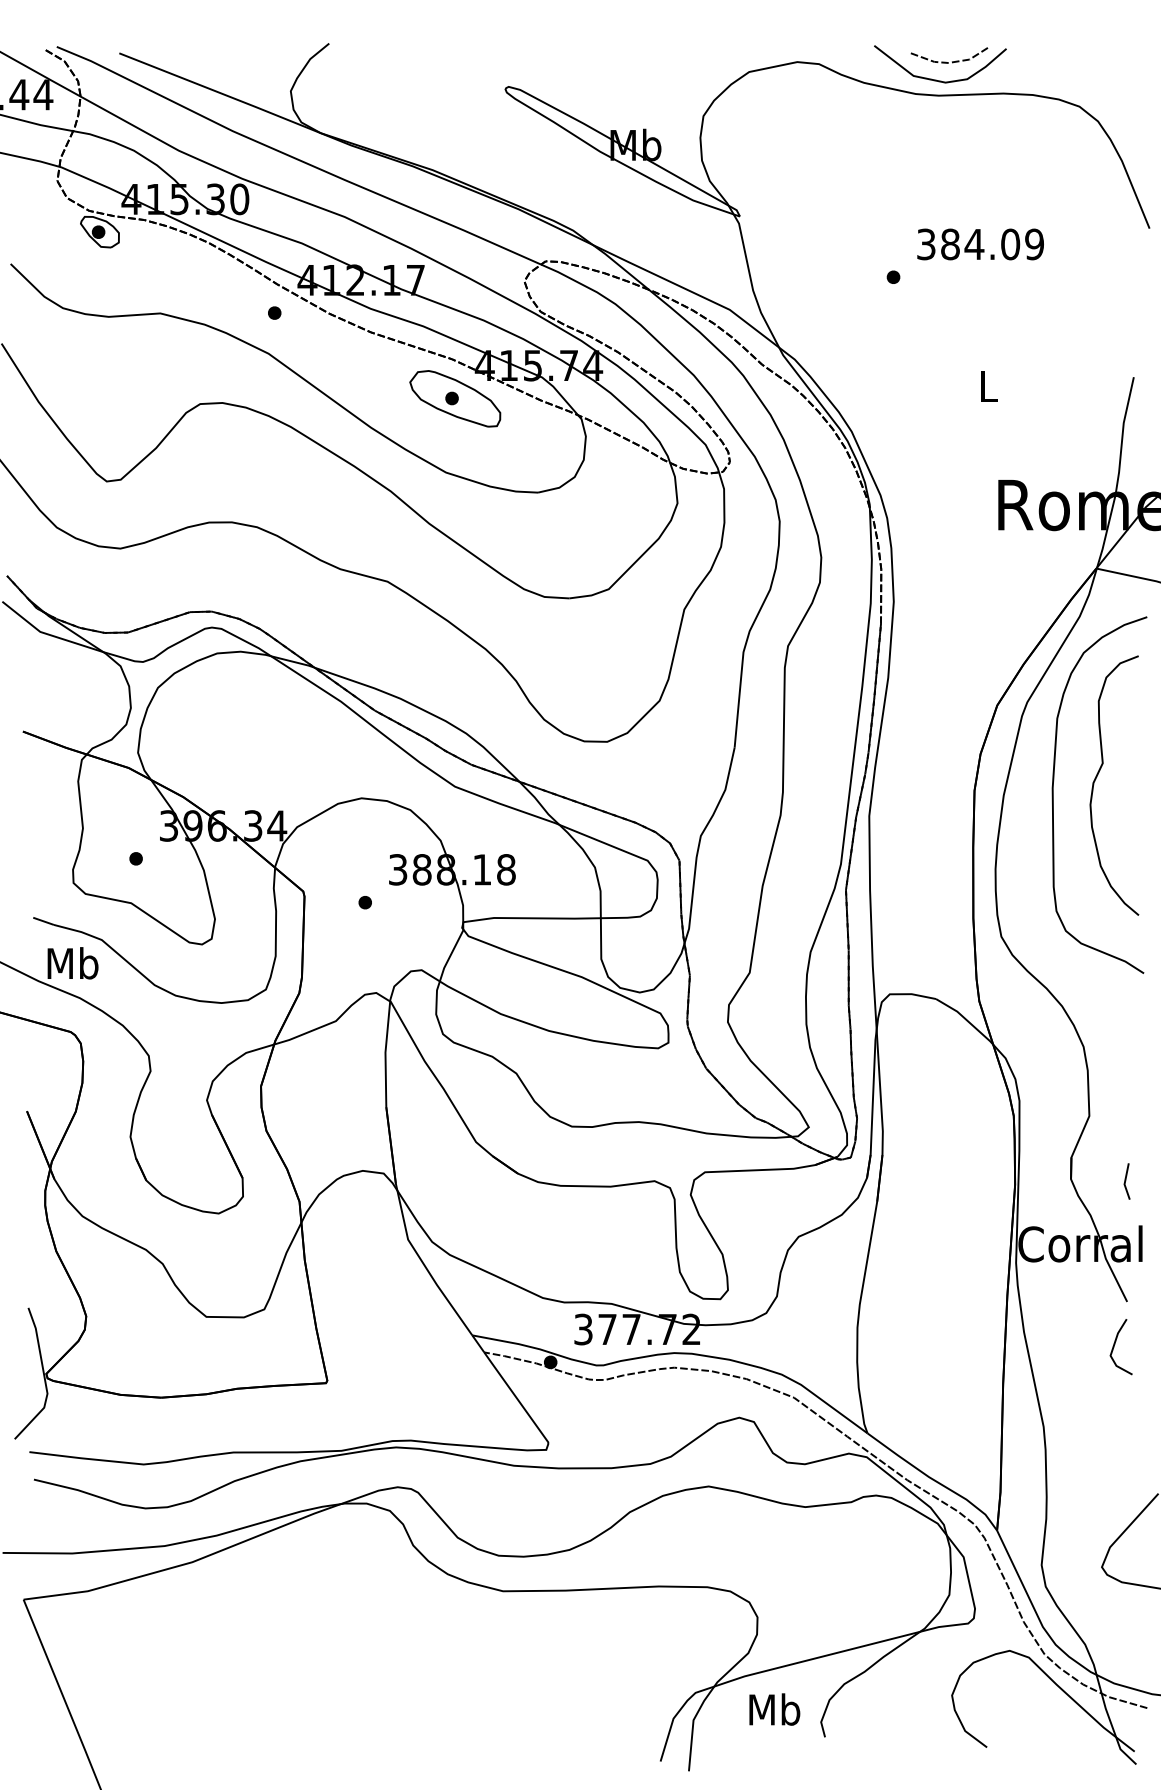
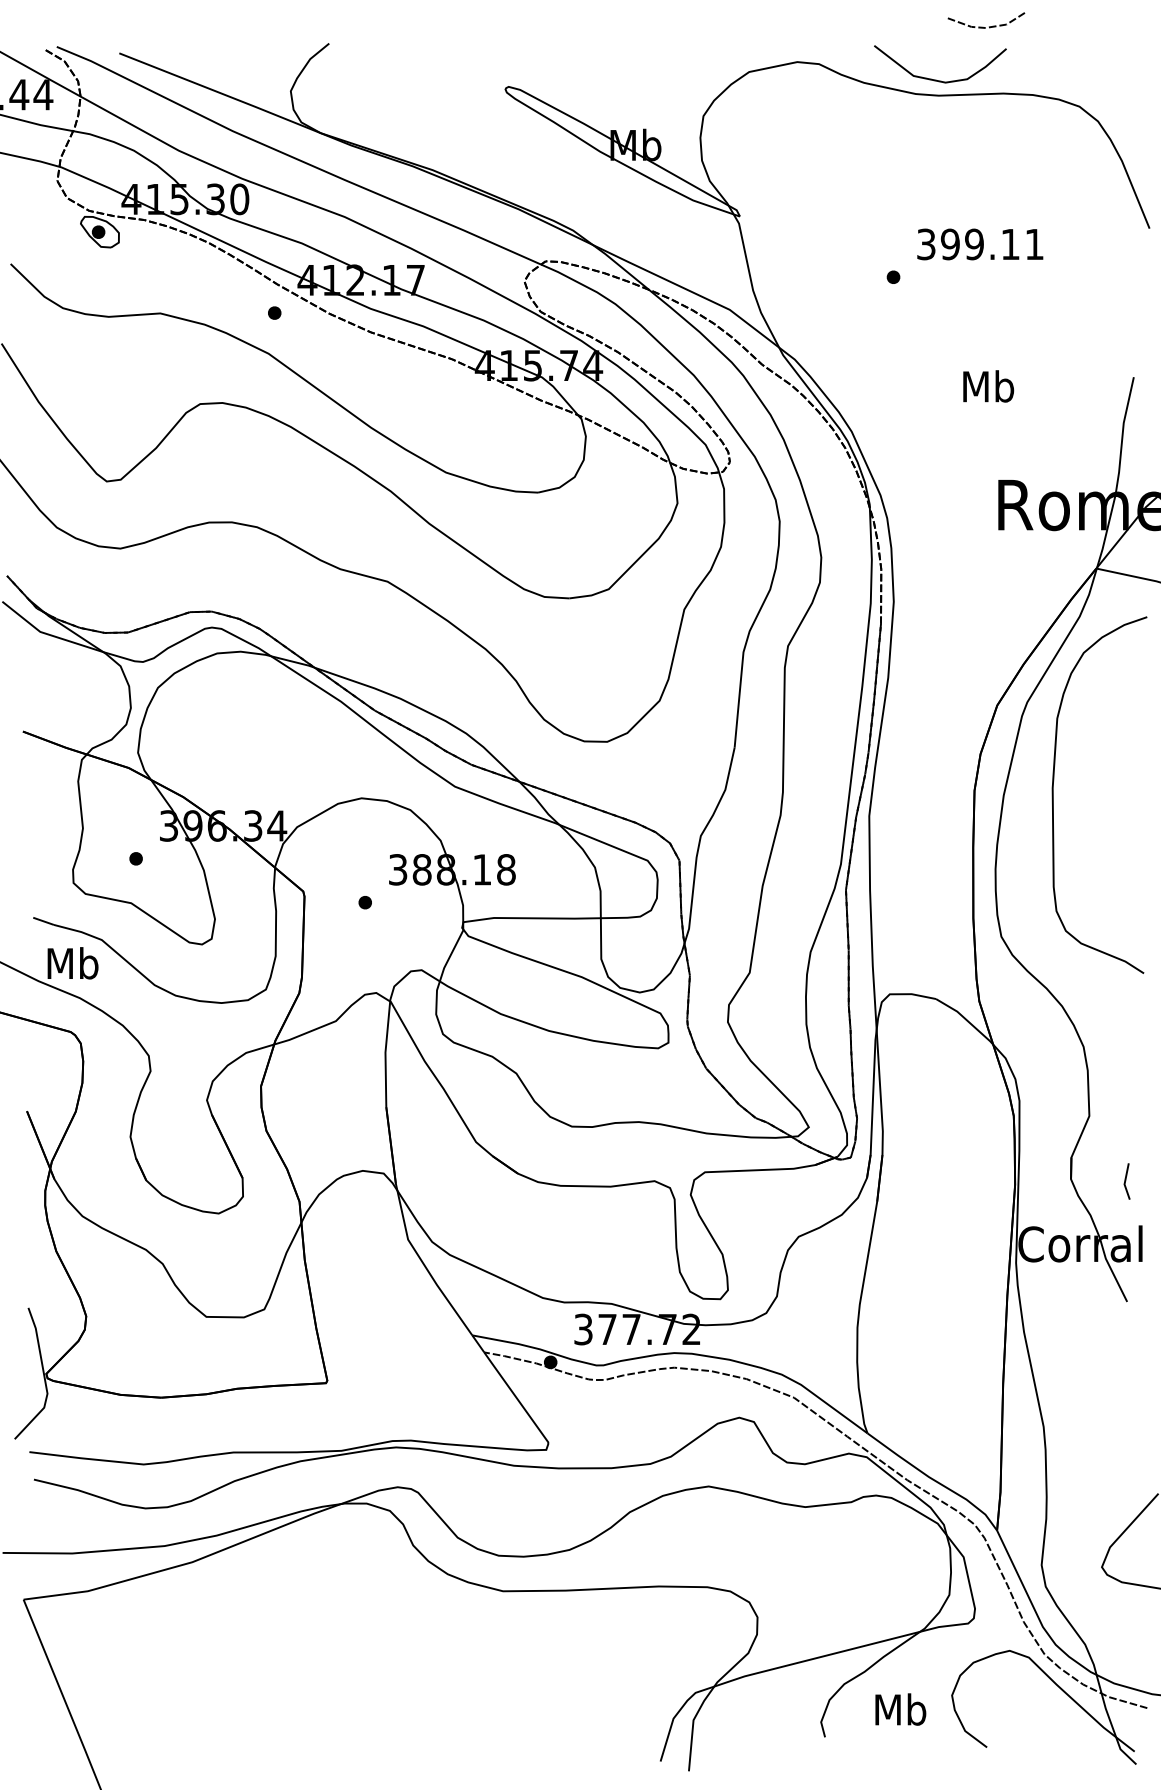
line at (946, 61) position: (946, 61) -> (983, 26)
text at (992, 244): 384.09 -> 399.11
text at (988, 386): L -> Mb
part at (455, 398): present -> none
curve at (1097, 777): present -> none
line at (1115, 1344): present -> none
text at (774, 1709) position: (774, 1709) -> (900, 1709)
